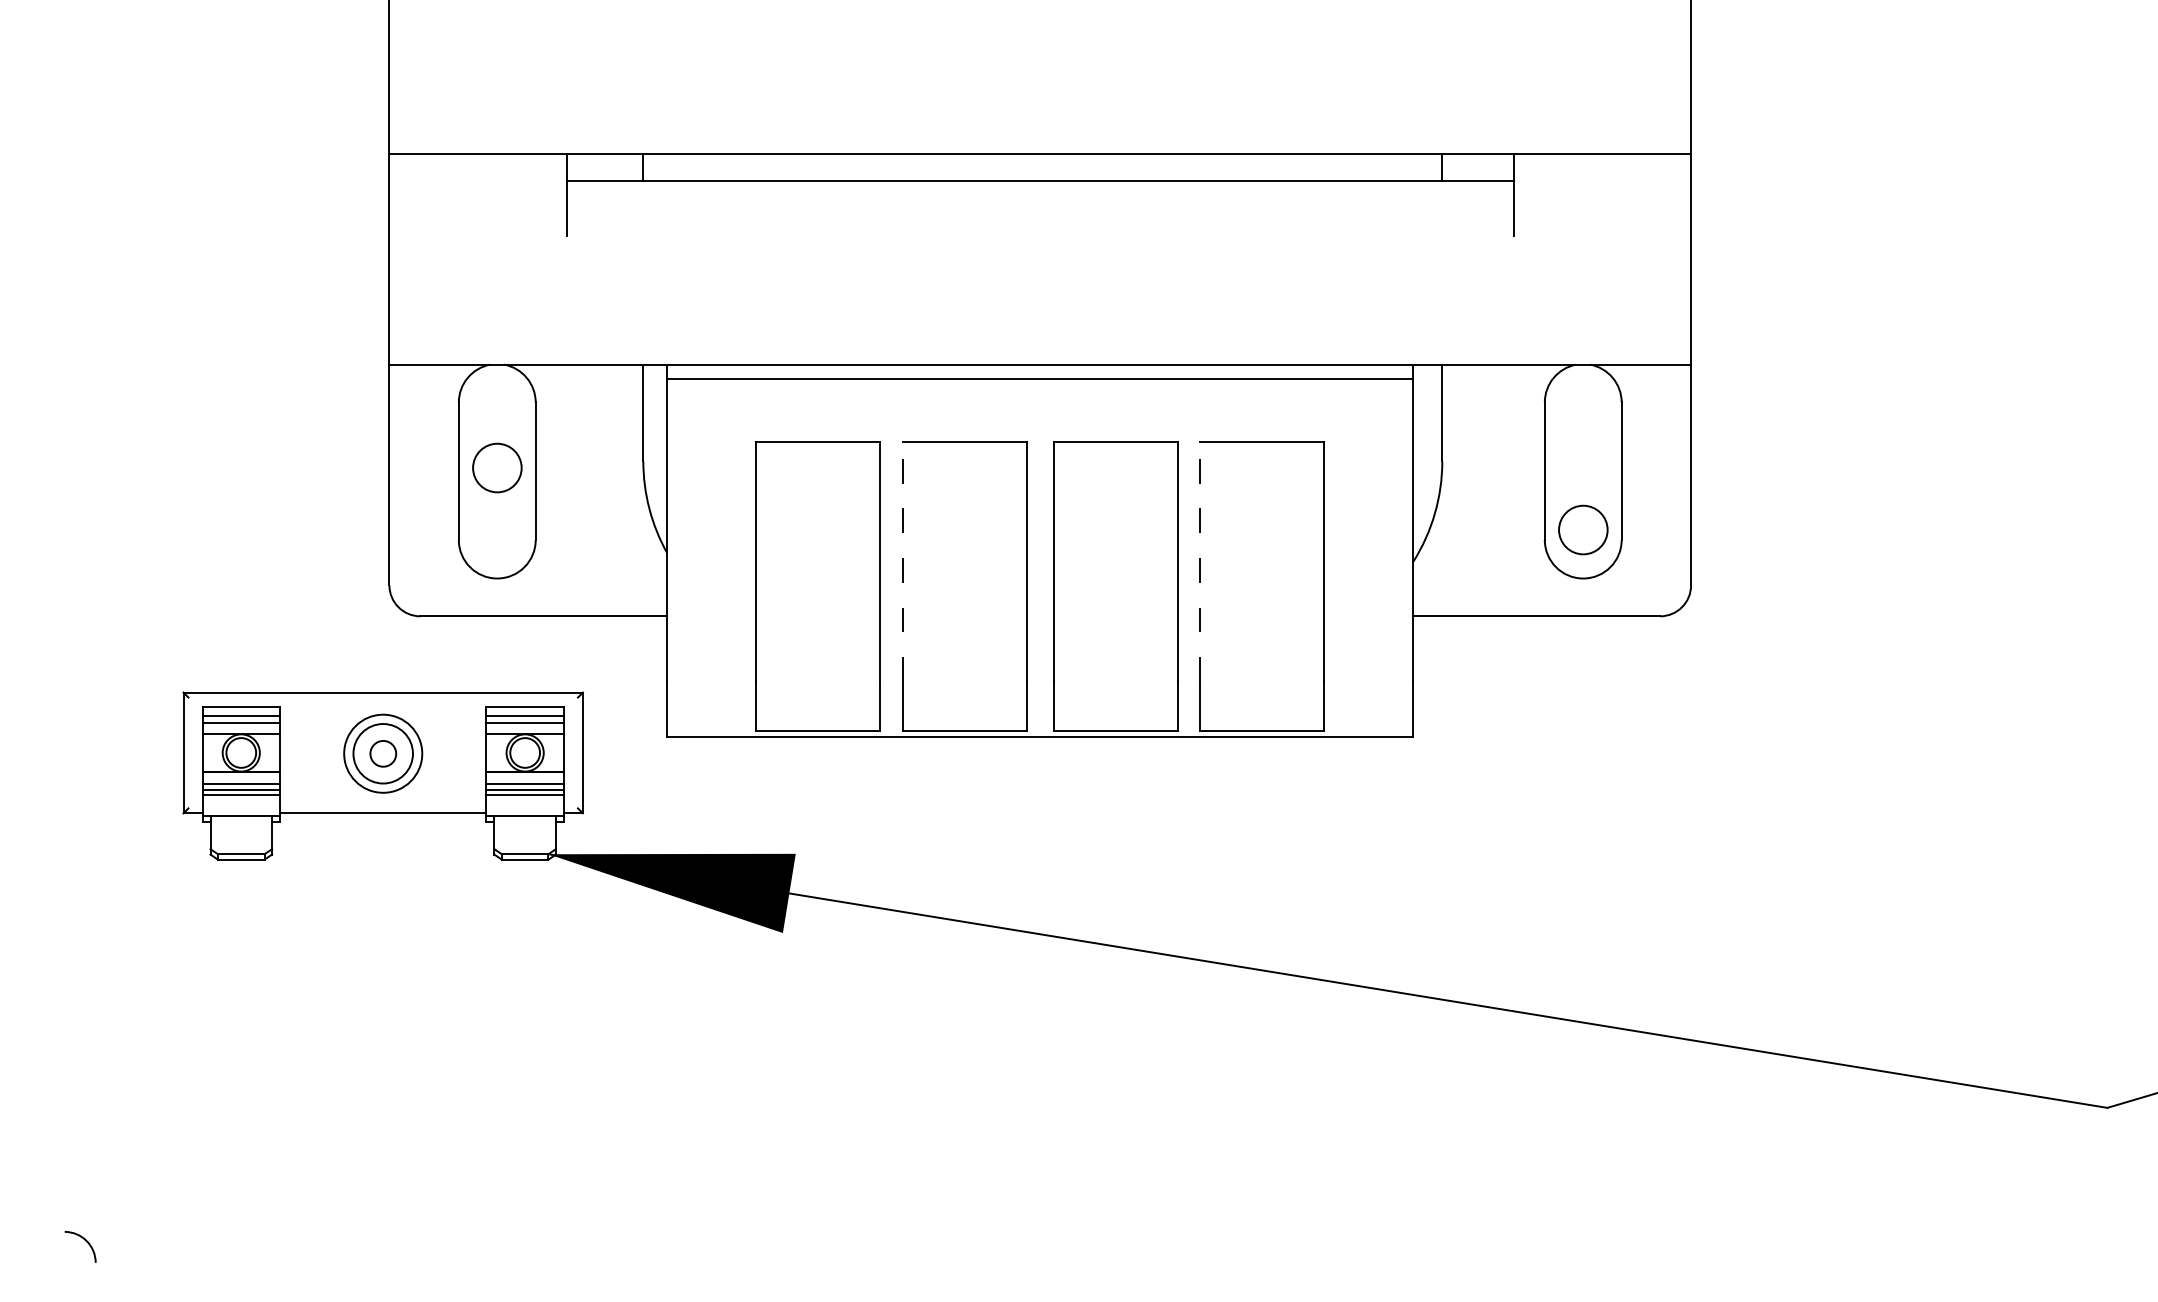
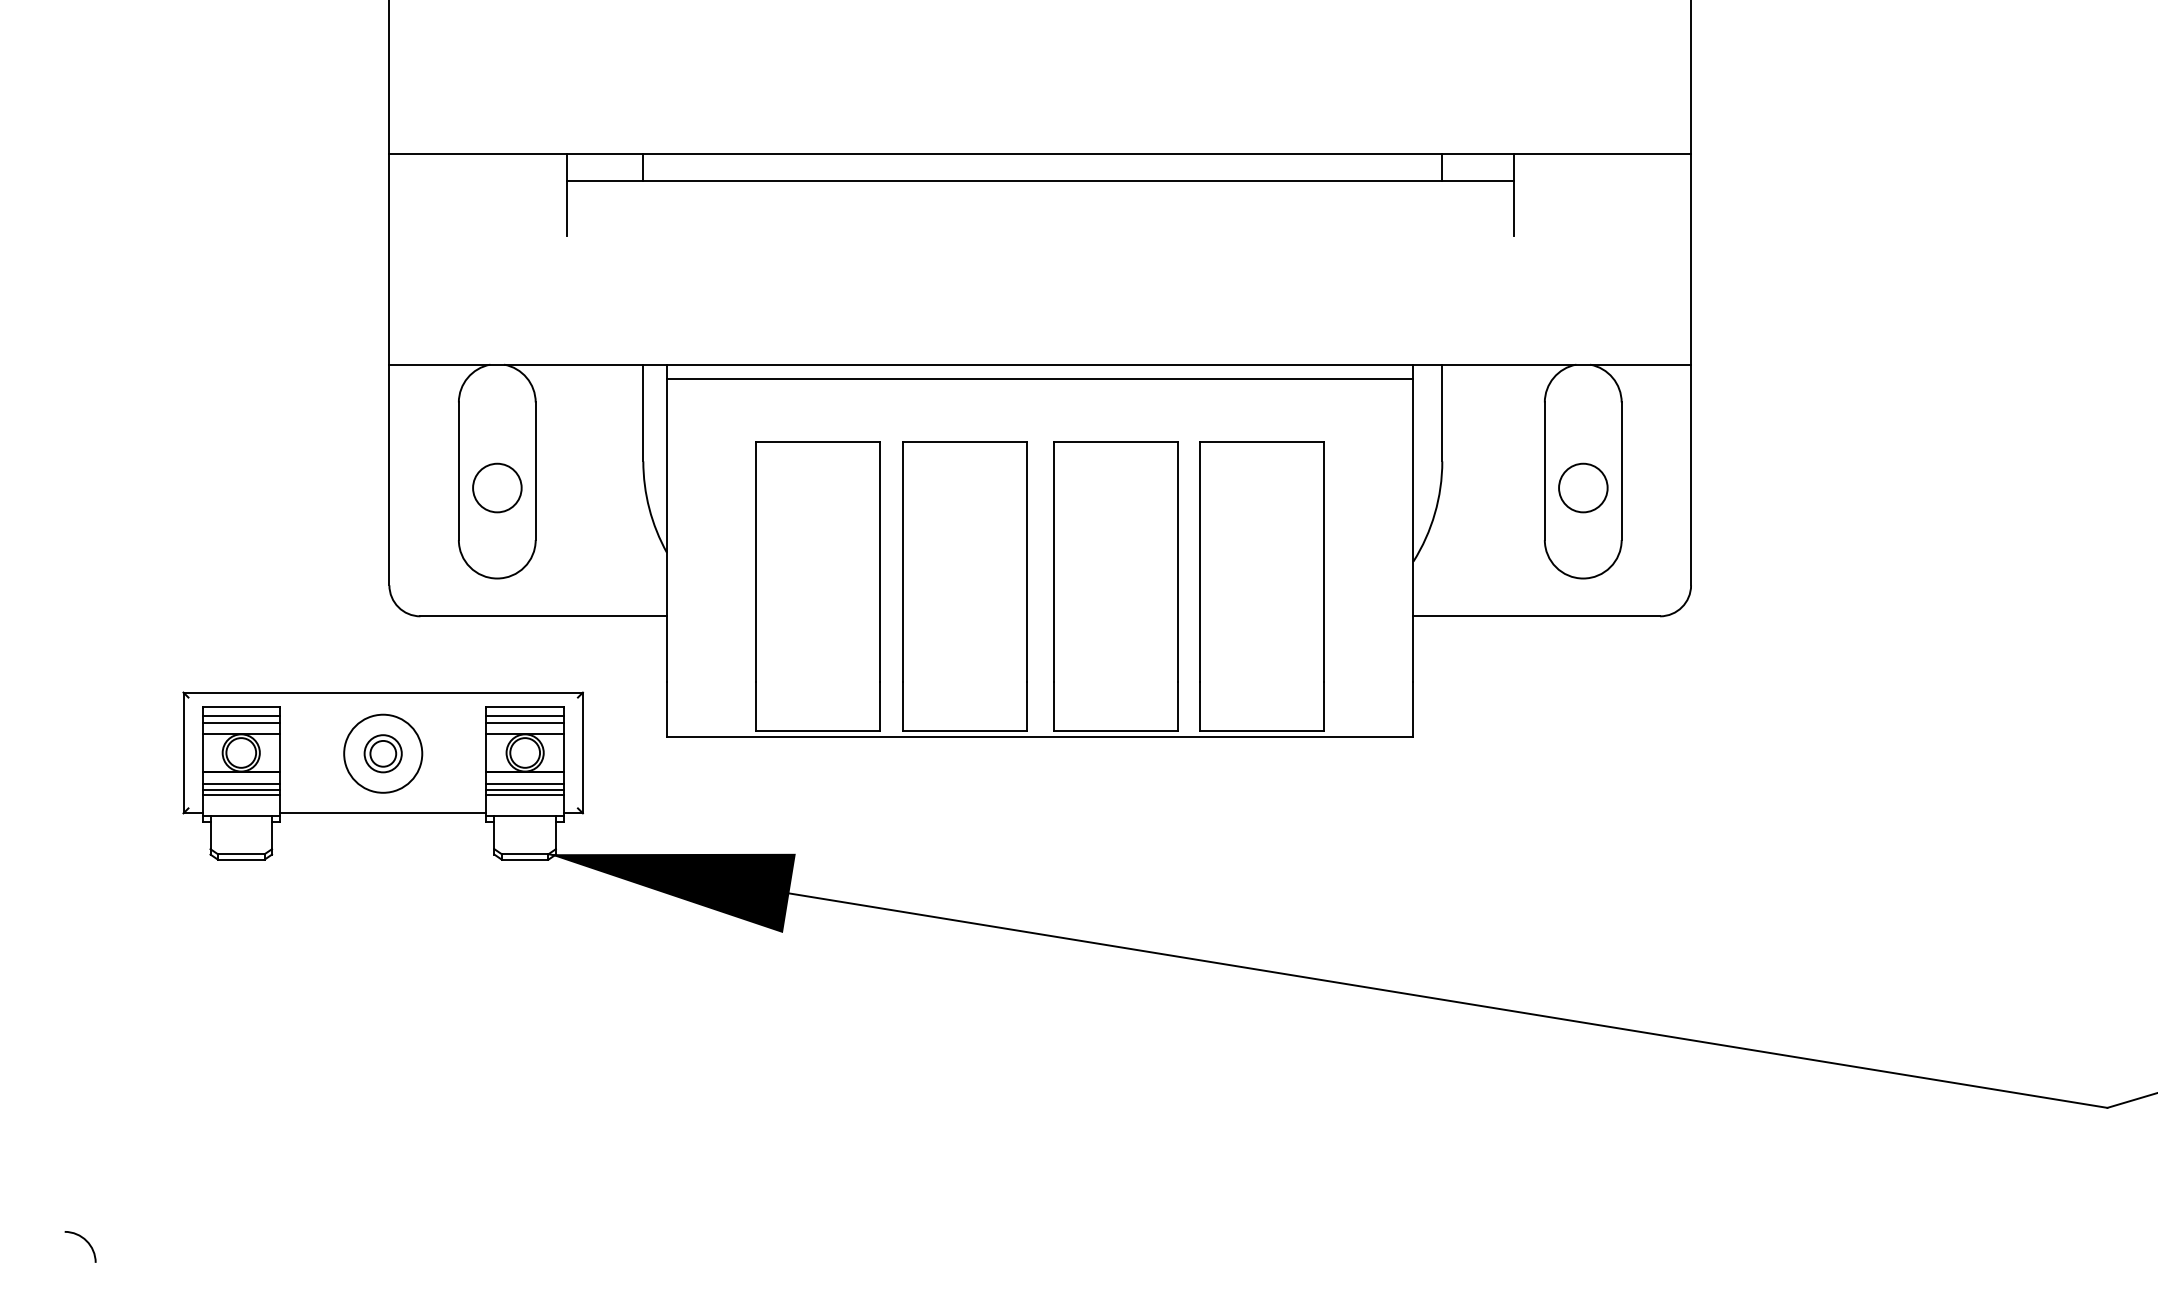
circle at (497, 467) position: (497, 467) -> (497, 487)
circle at (1583, 529) position: (1583, 529) -> (1583, 487)
line at (902, 561): dashed -> solid
line at (1200, 561): dashed -> solid
circle at (382, 753) diameter: 60 px -> 37 px
